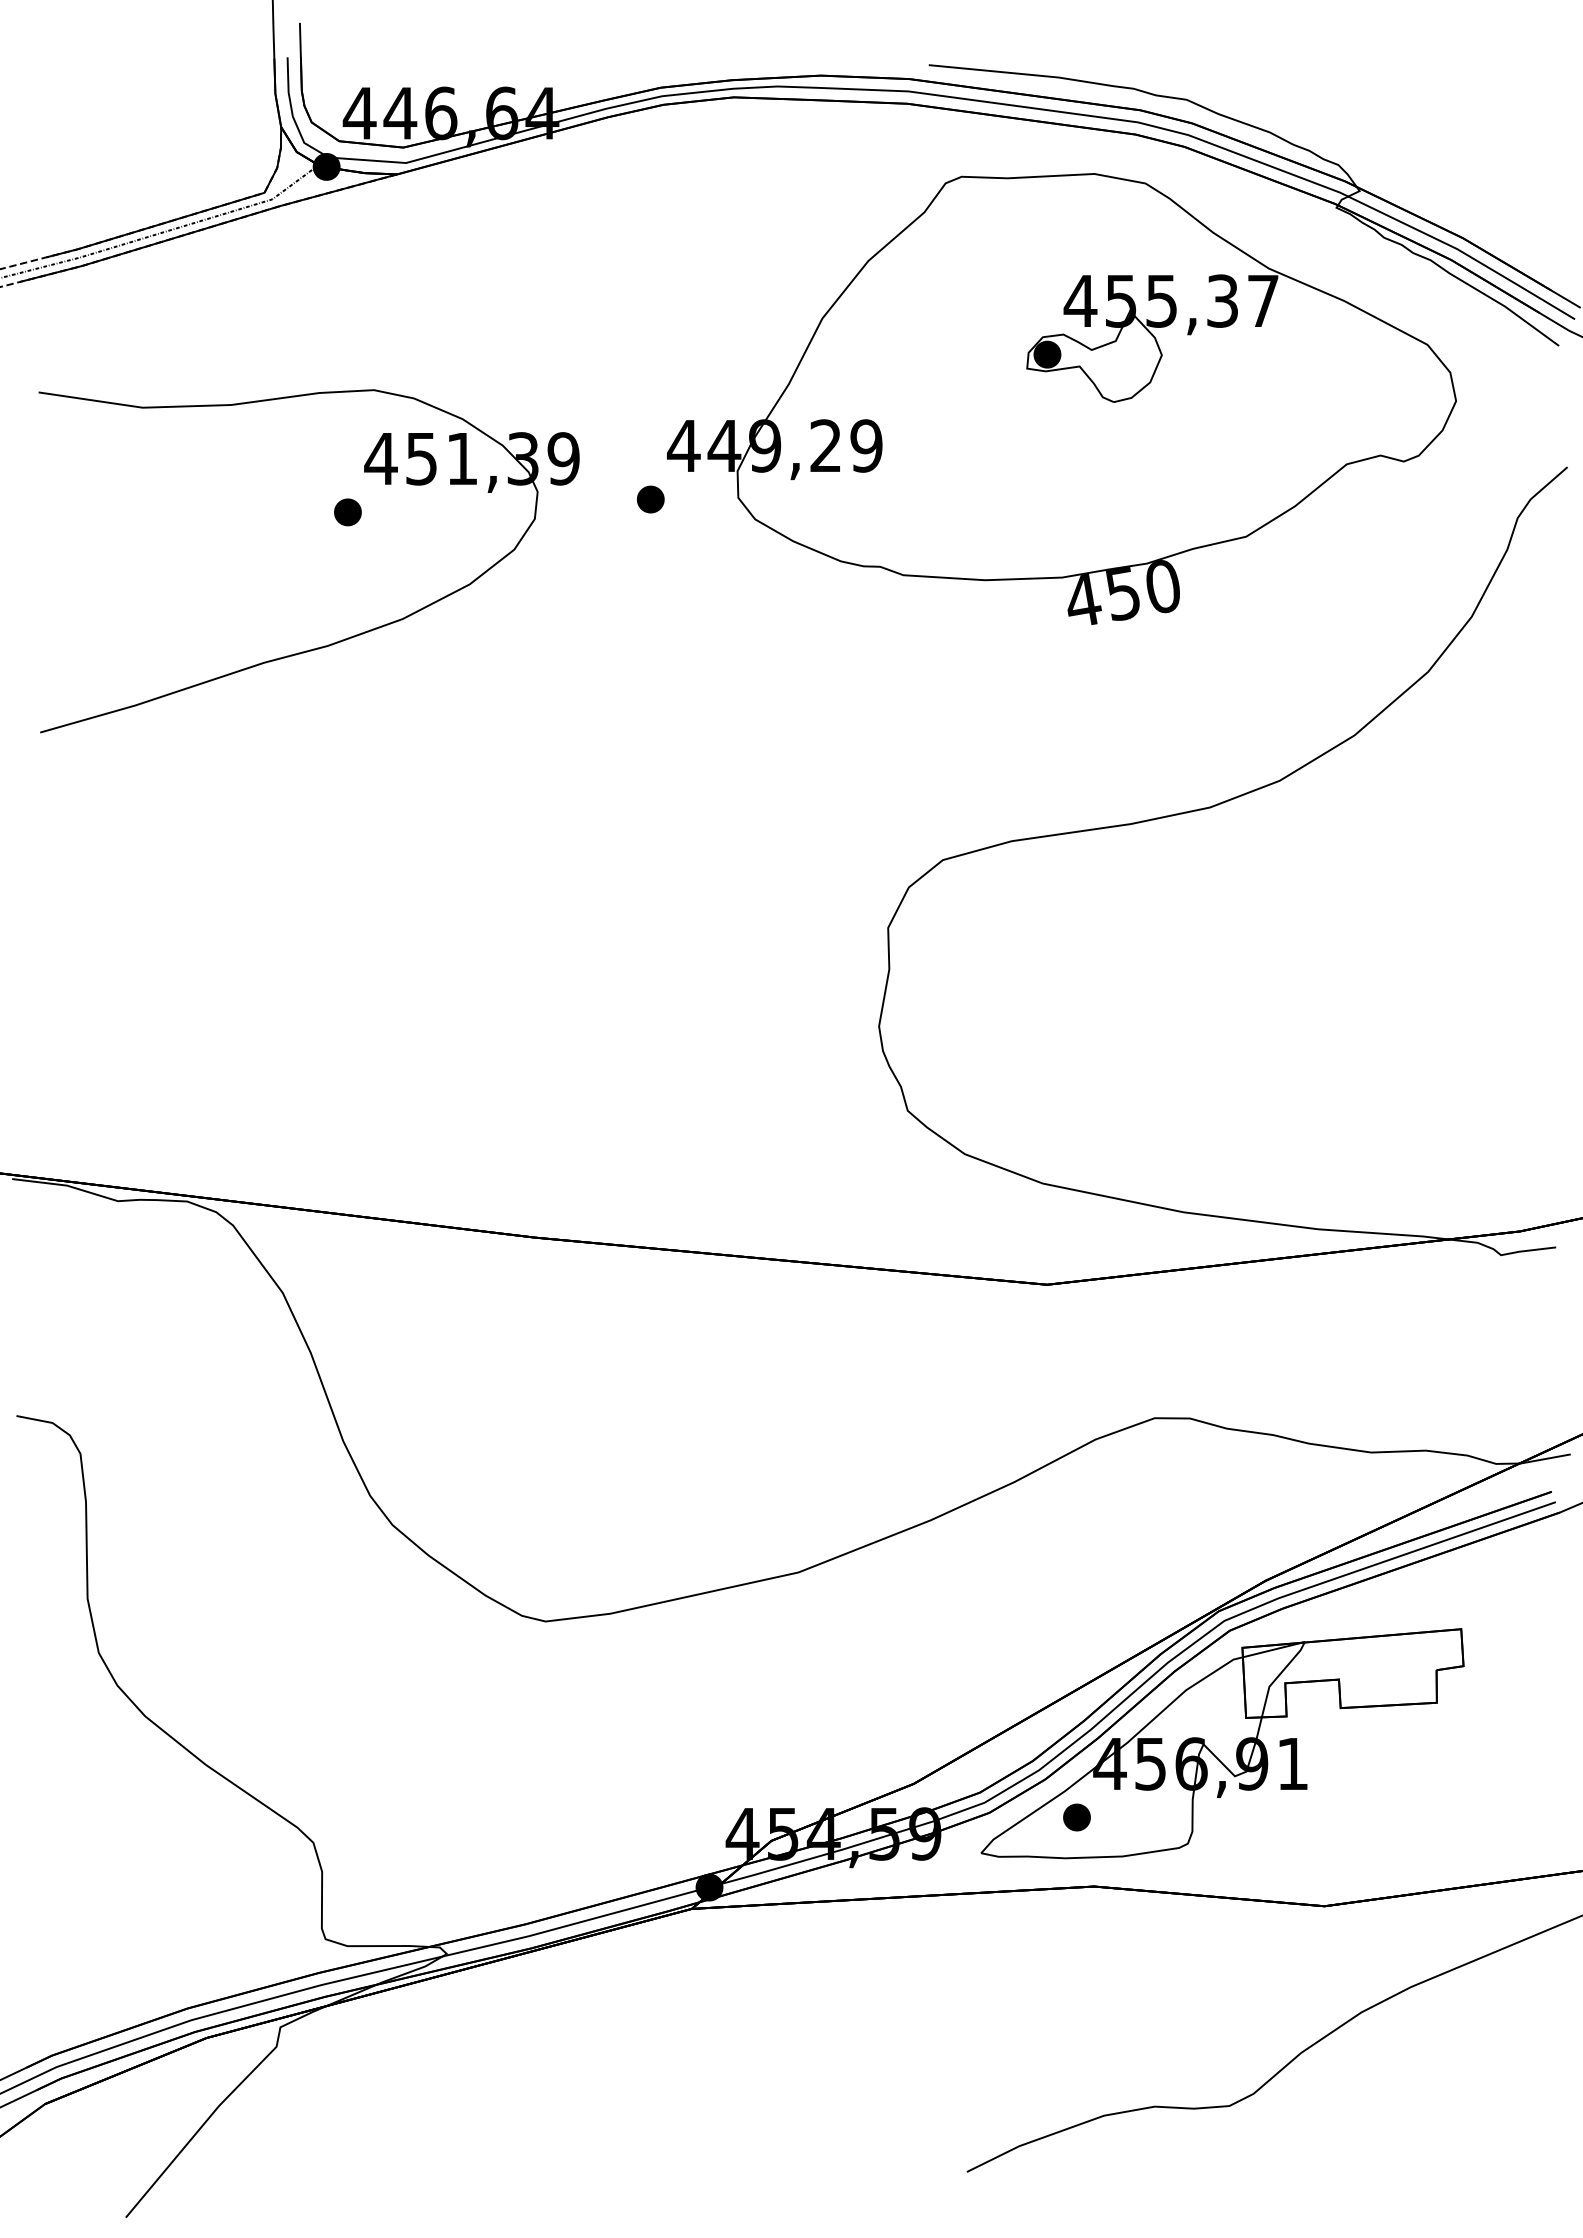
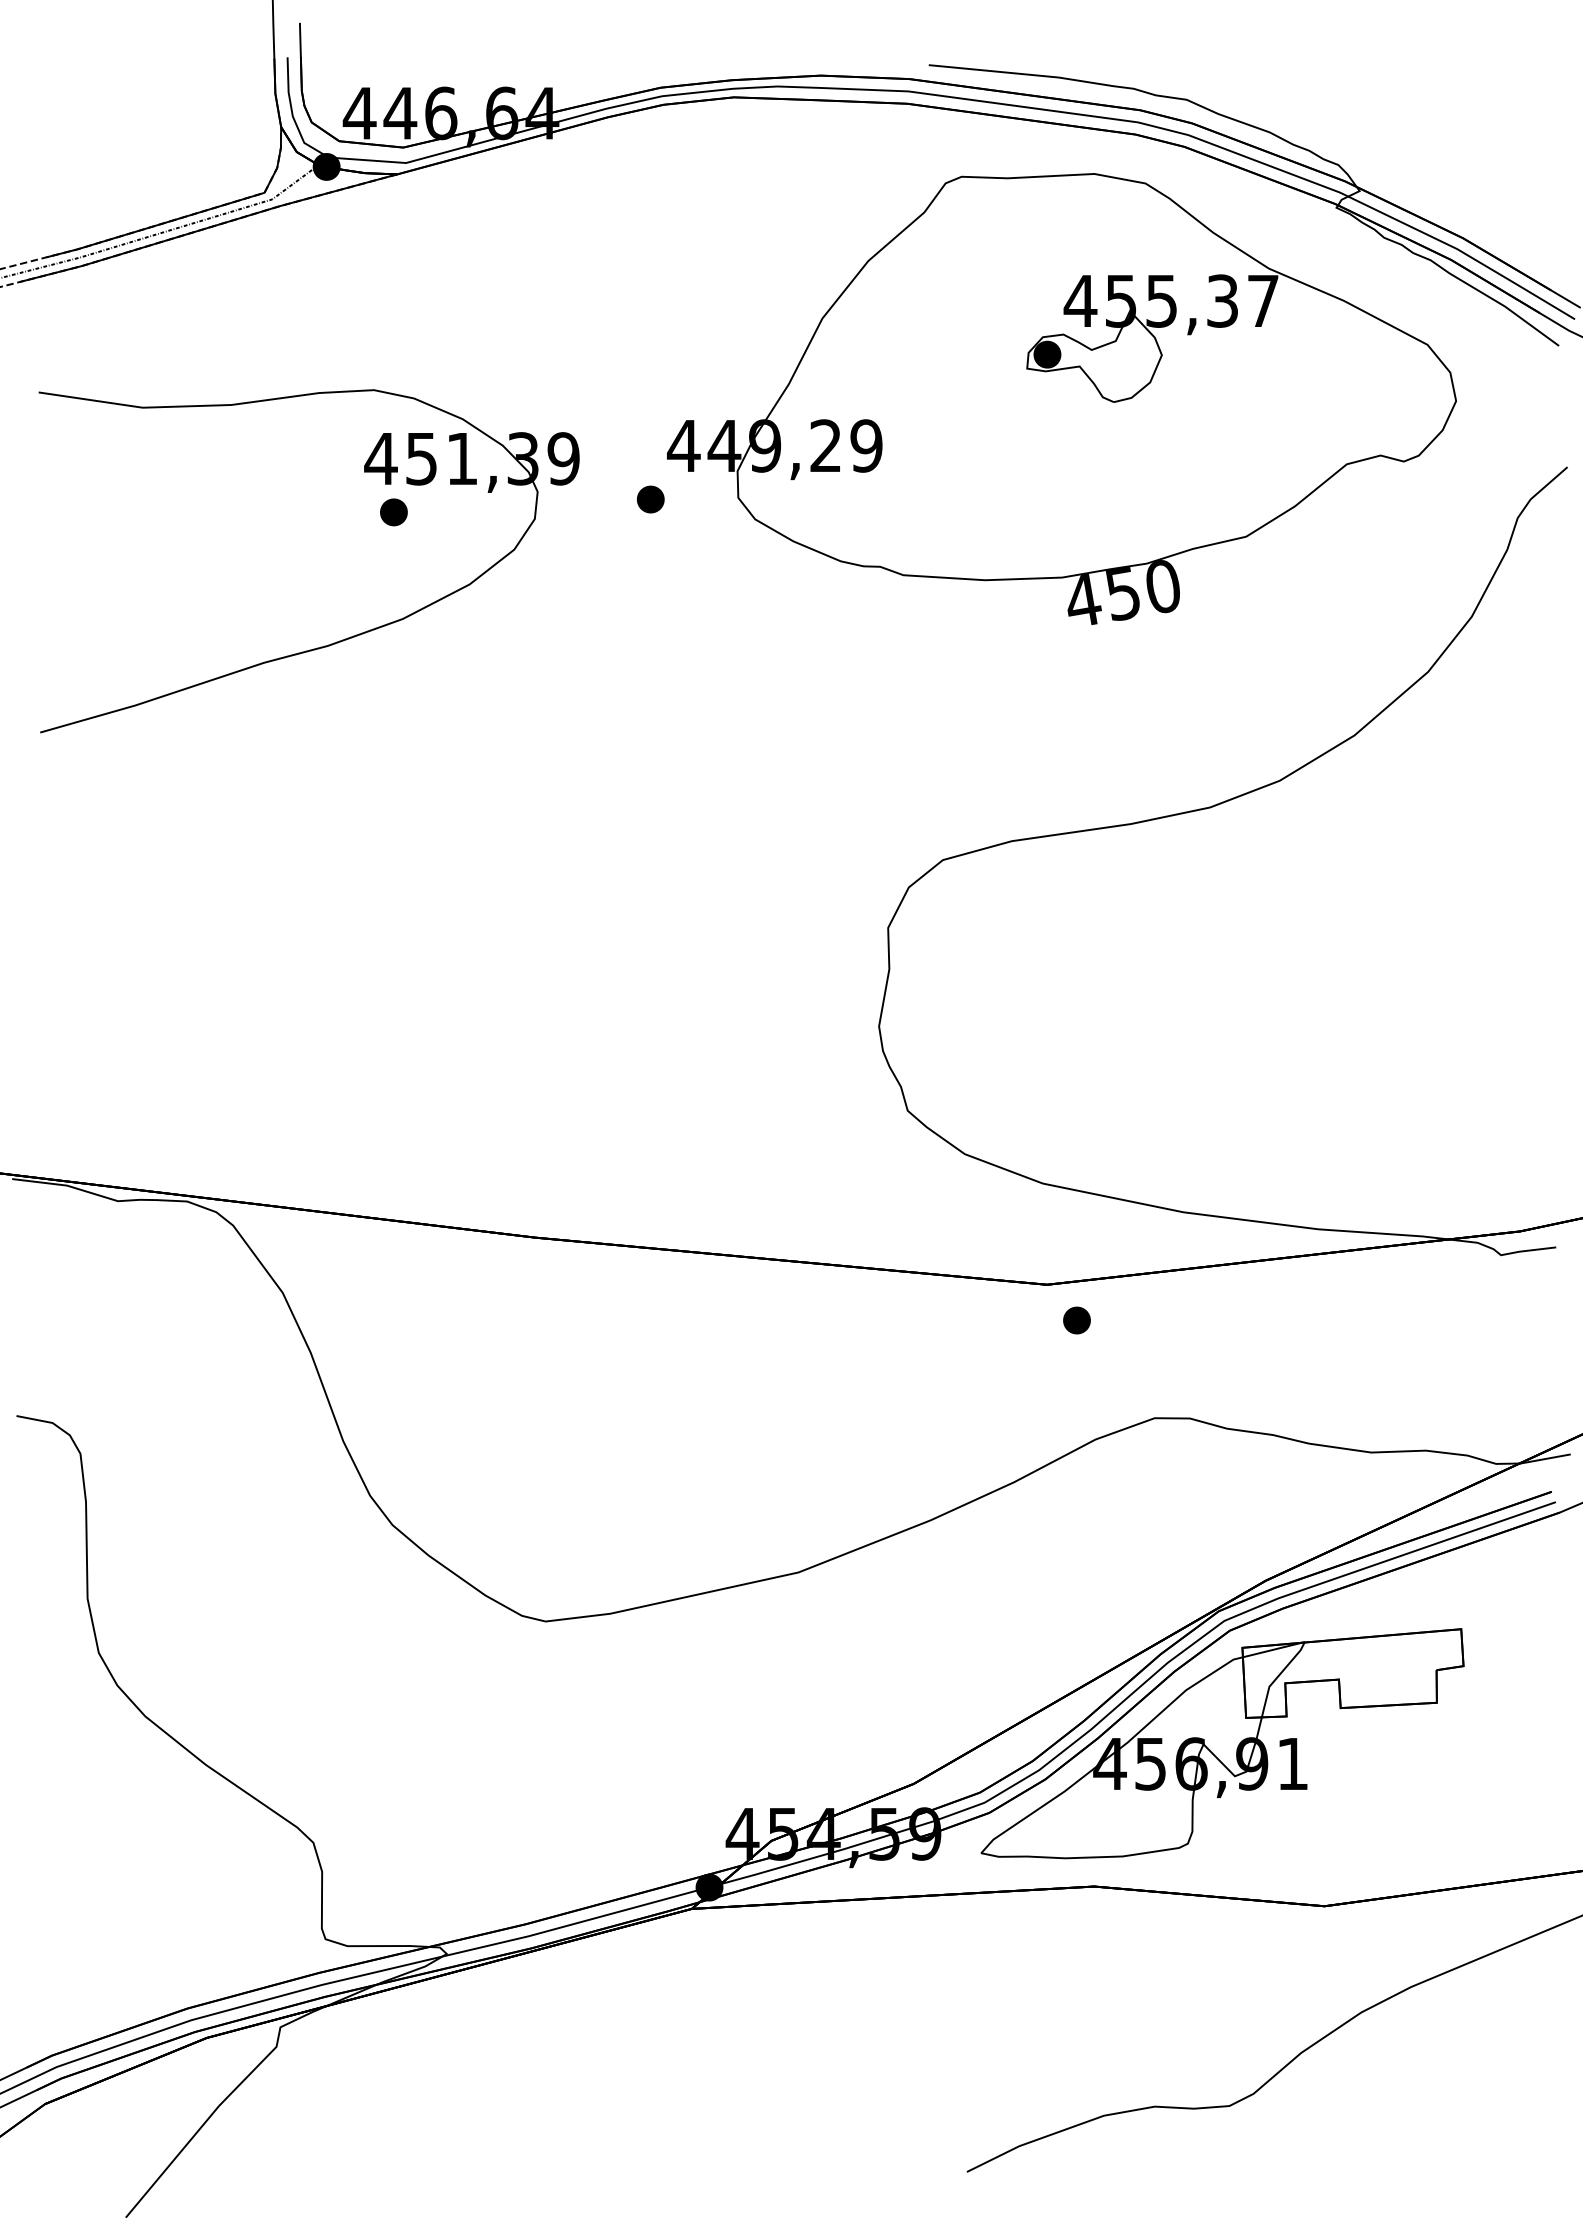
part at (347, 512) position: (347, 512) -> (393, 512)
part at (1076, 1817) position: (1076, 1817) -> (1076, 1320)
